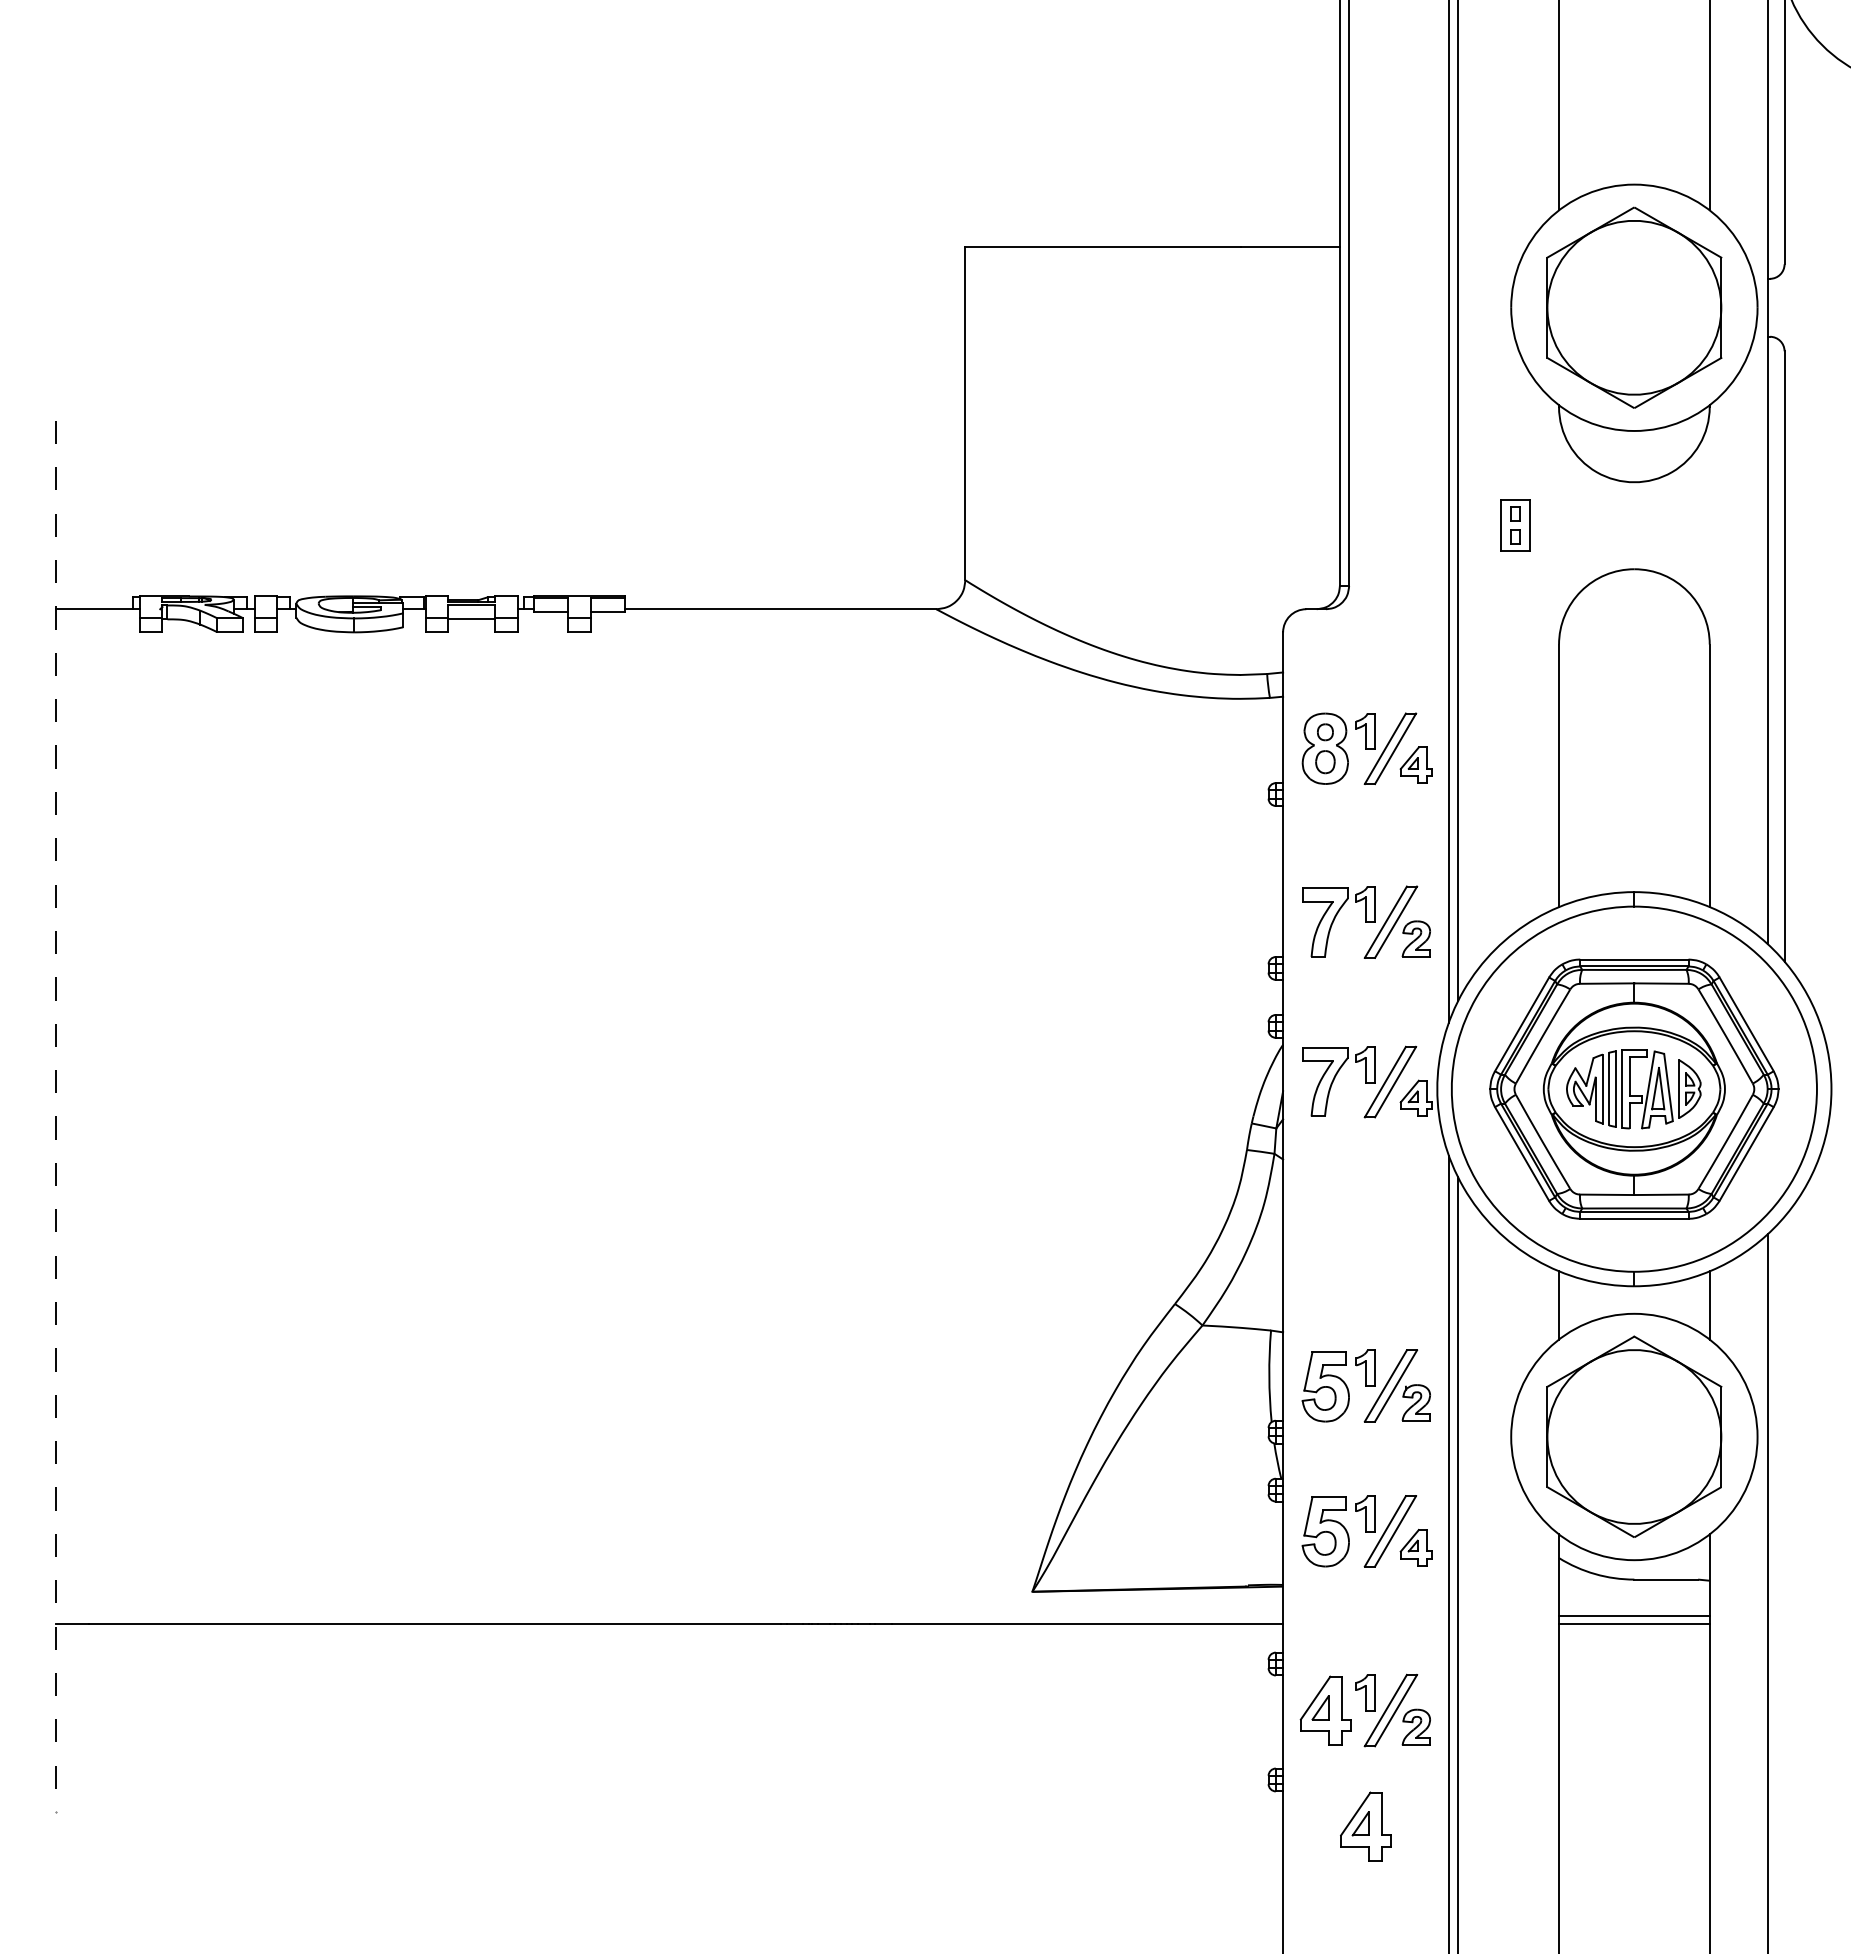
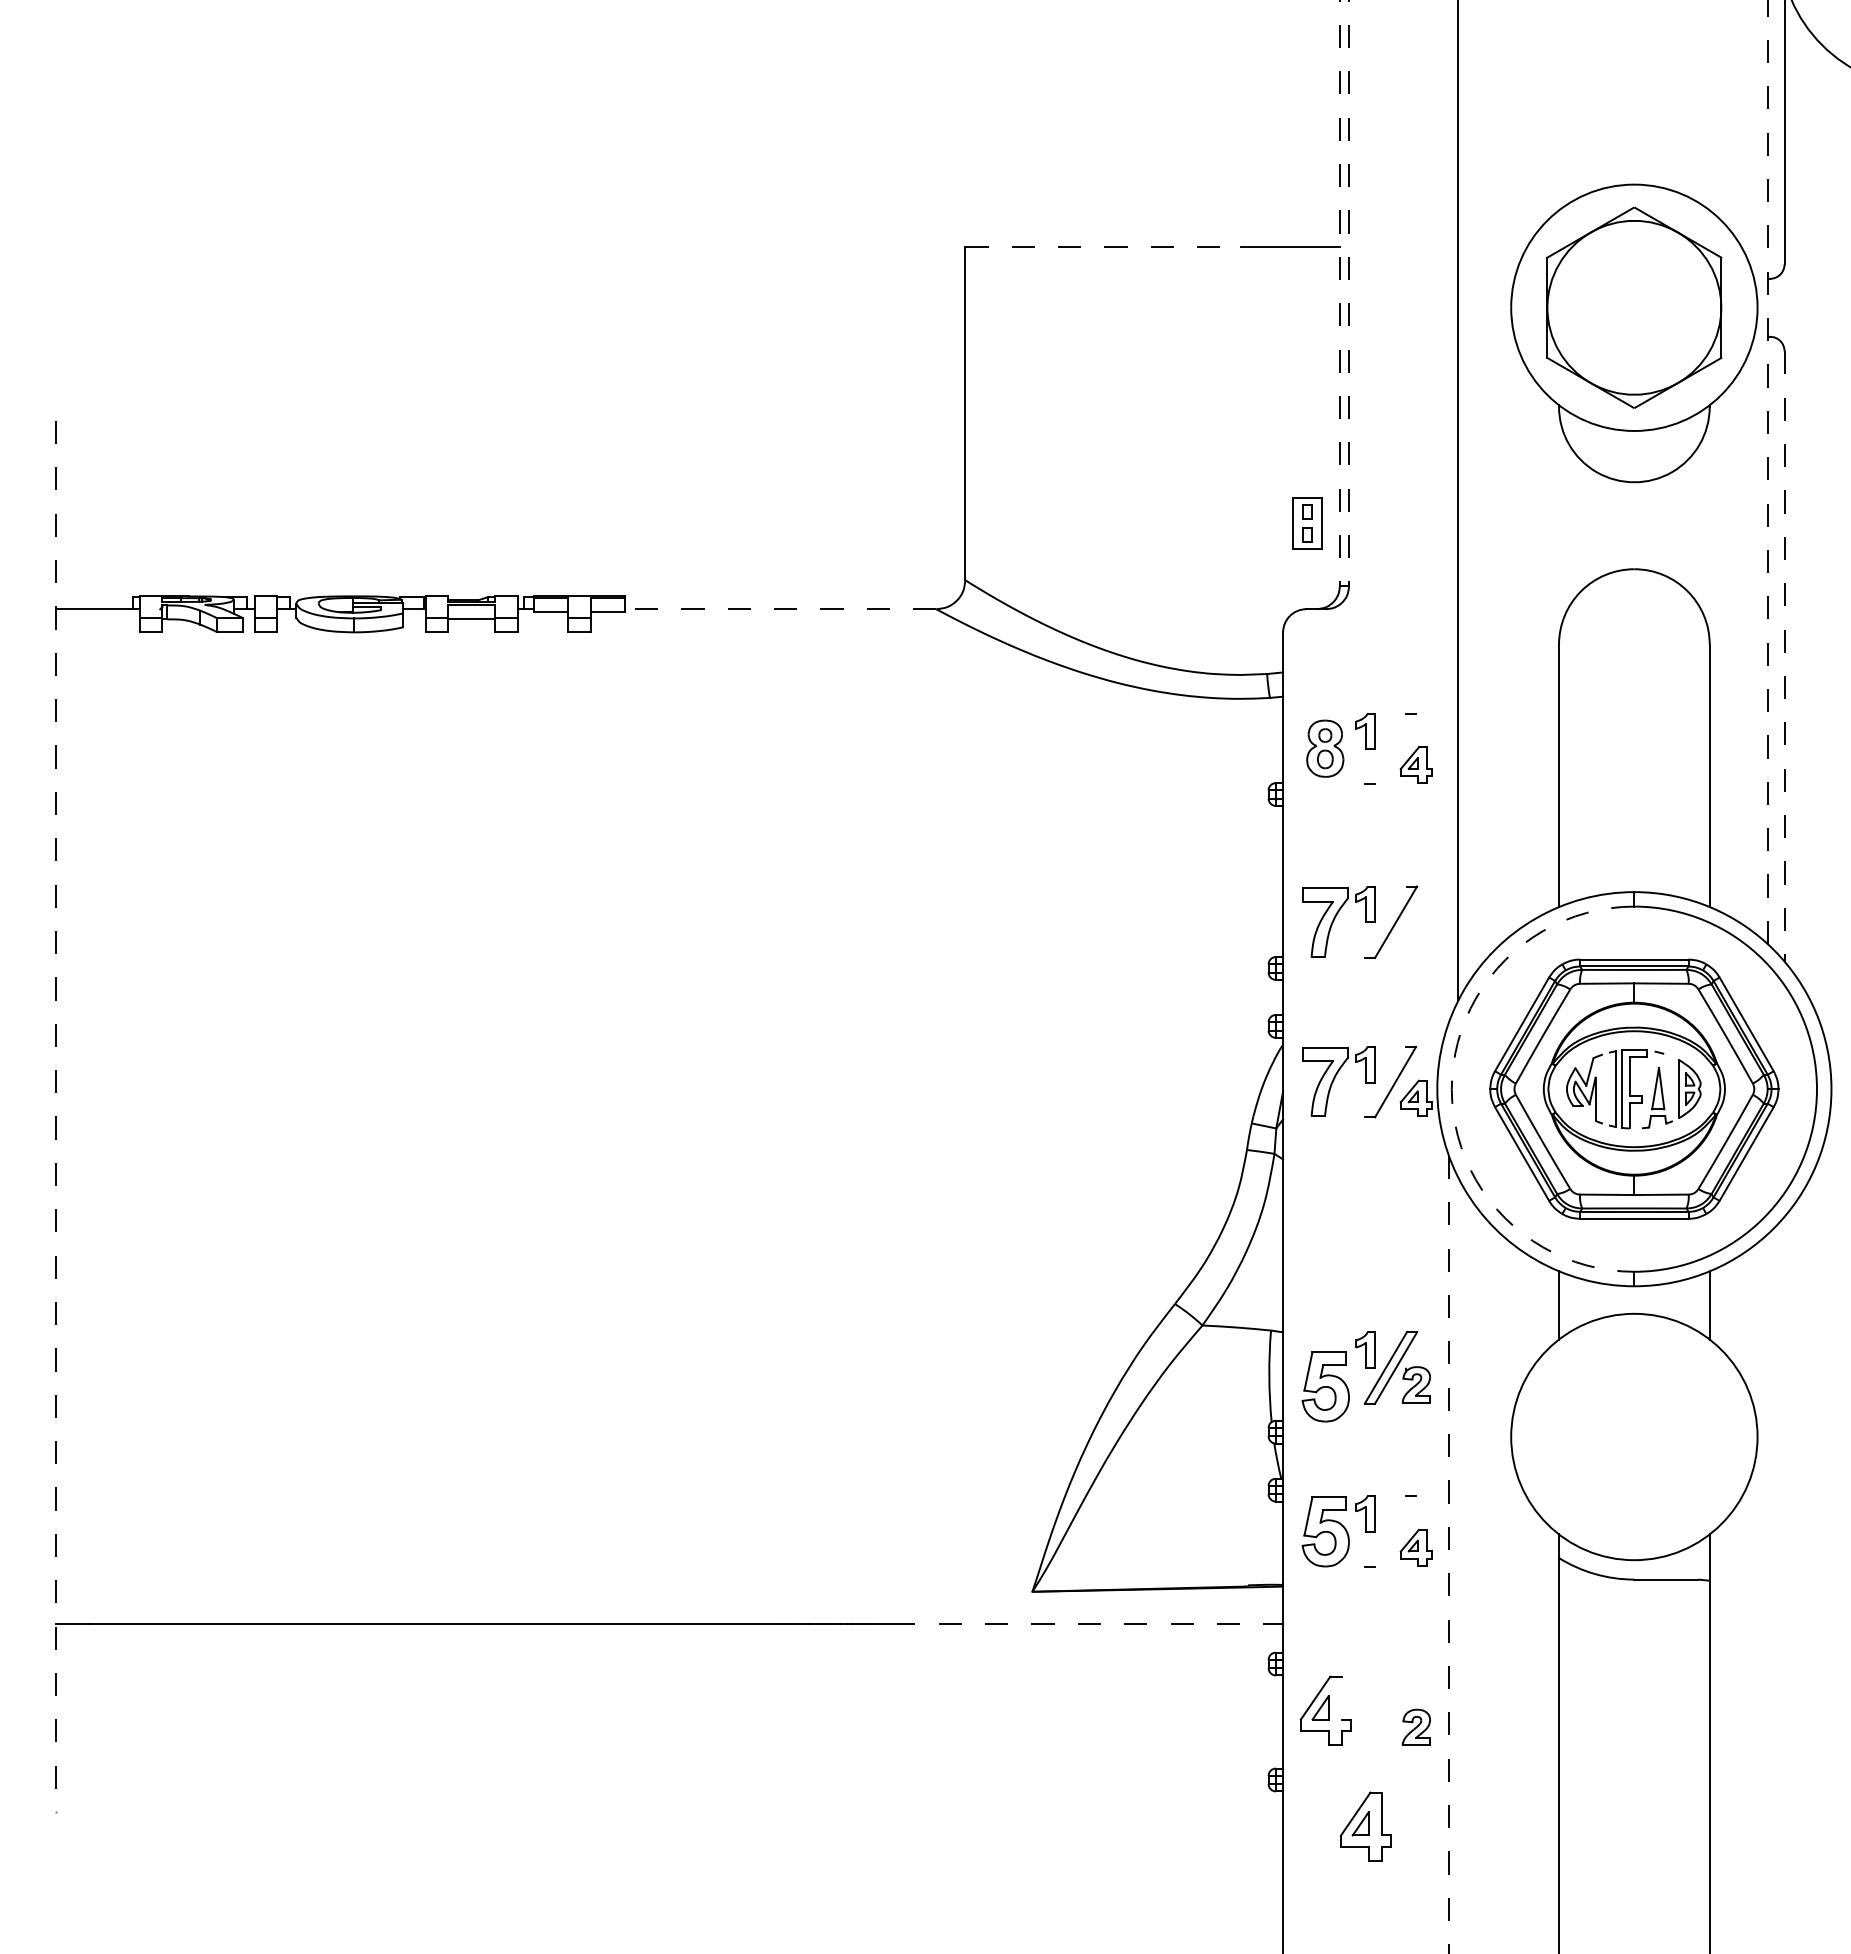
line at (1559, 106): present -> none
line at (1709, 106): present -> none
line at (1103, 246): solid -> dashed
line at (1339, 293): solid -> dashed
line at (1349, 293): solid -> dashed
line at (1767, 472): solid -> dashed
line at (1448, 512): present -> none
part at (1515, 525) position: (1515, 525) -> (1307, 523)
line at (780, 609): solid -> dashed
line at (1784, 656): solid -> dashed
part at (1324, 748) size: 48x73 px -> 39x59 px
line at (1384, 748): present -> none
line at (1395, 748): present -> none
line at (1385, 921): present -> none
part at (1415, 938): present -> none
line at (1384, 1081): present -> none
line at (1668, 1087): present -> none
line at (1602, 1088): present -> none
line at (1609, 1088): present -> none
arc at (1451, 1089): solid -> dashed
line at (1647, 1089): present -> none
part at (1392, 1385) position: (1392, 1385) -> (1392, 1367)
part at (1634, 1436): present -> none
line at (1384, 1531): present -> none
line at (1395, 1531): present -> none
line at (1448, 1554): solid -> dashed
line at (1458, 1563): present -> none
line at (1767, 1592): present -> none
line at (1634, 1616): present -> none
line at (1088, 1623): solid -> dashed
line at (1634, 1623): present -> none
line at (1341, 1697): present -> none
part at (1386, 1710): present -> none
